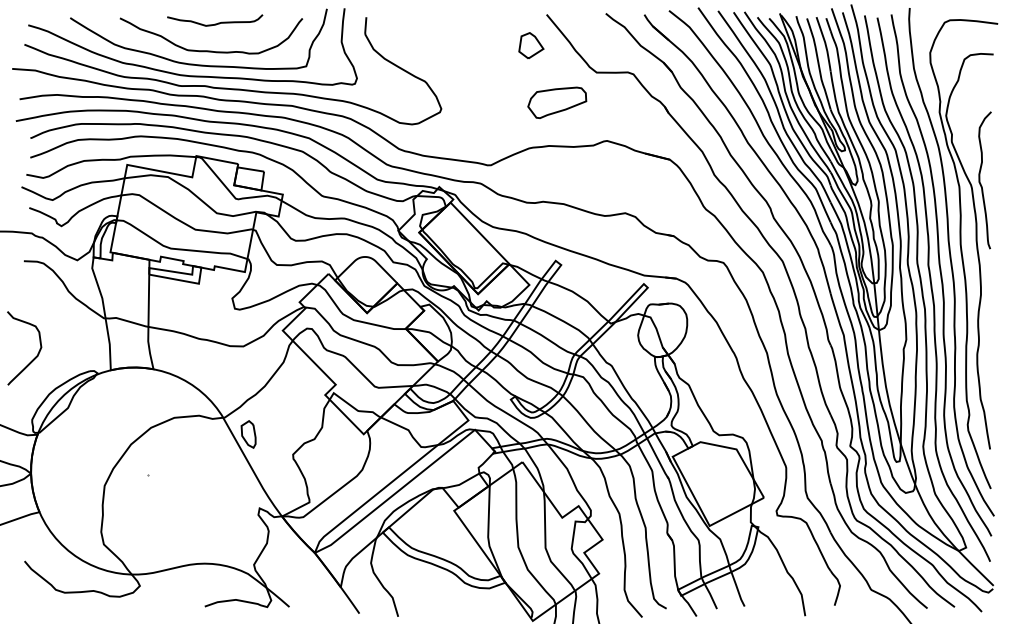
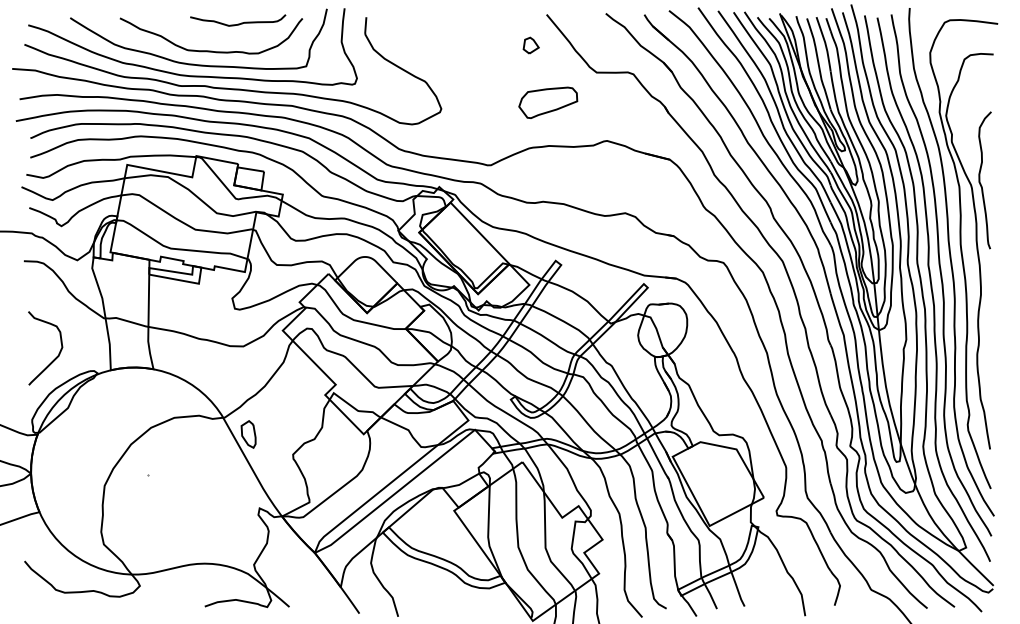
curve at (215, 23) position: (215, 23) -> (238, 23)
part at (531, 45) size: 27x28 px -> 18x19 px
part at (557, 102) position: (557, 102) -> (548, 102)
curve at (34, 357) position: (34, 357) -> (55, 357)
